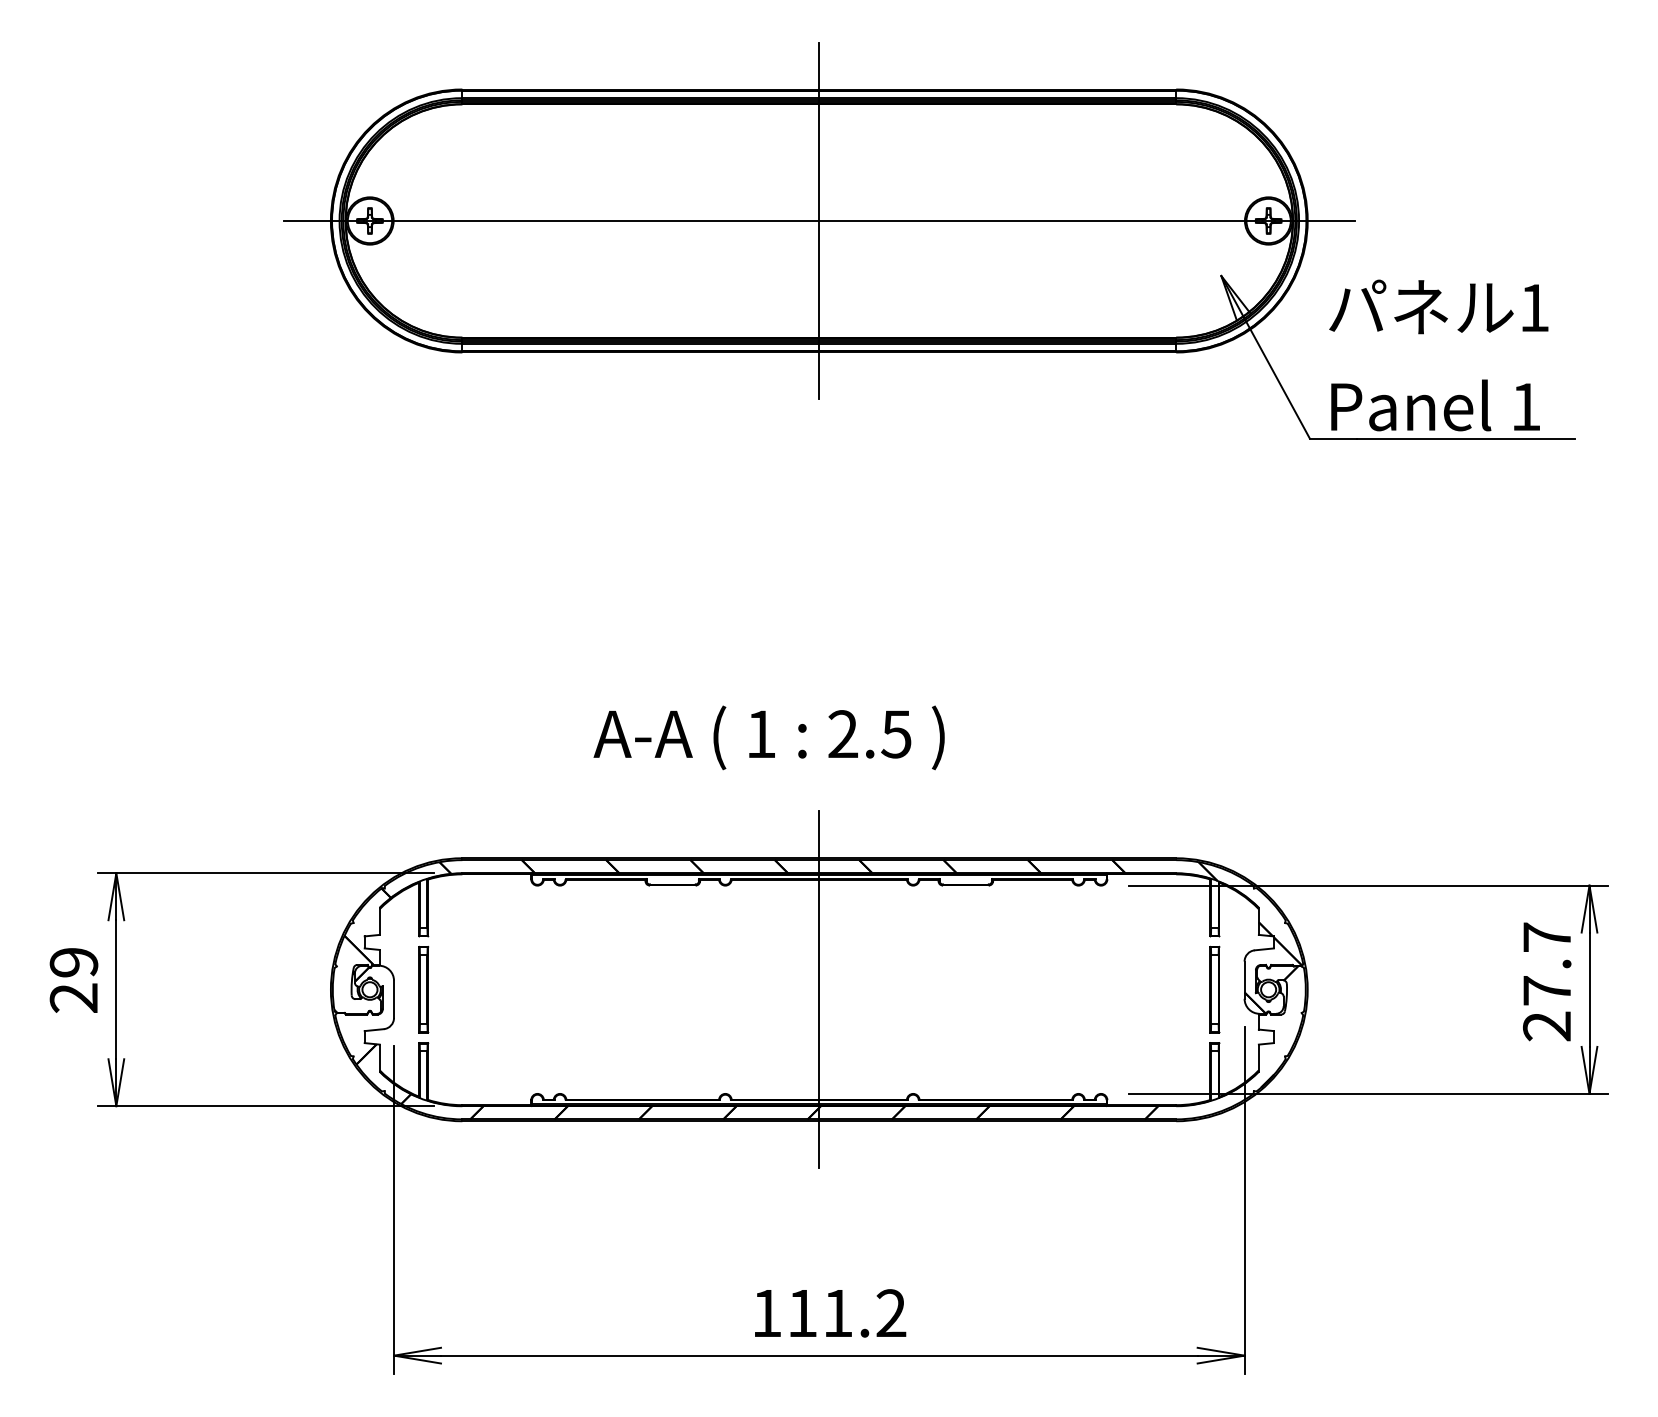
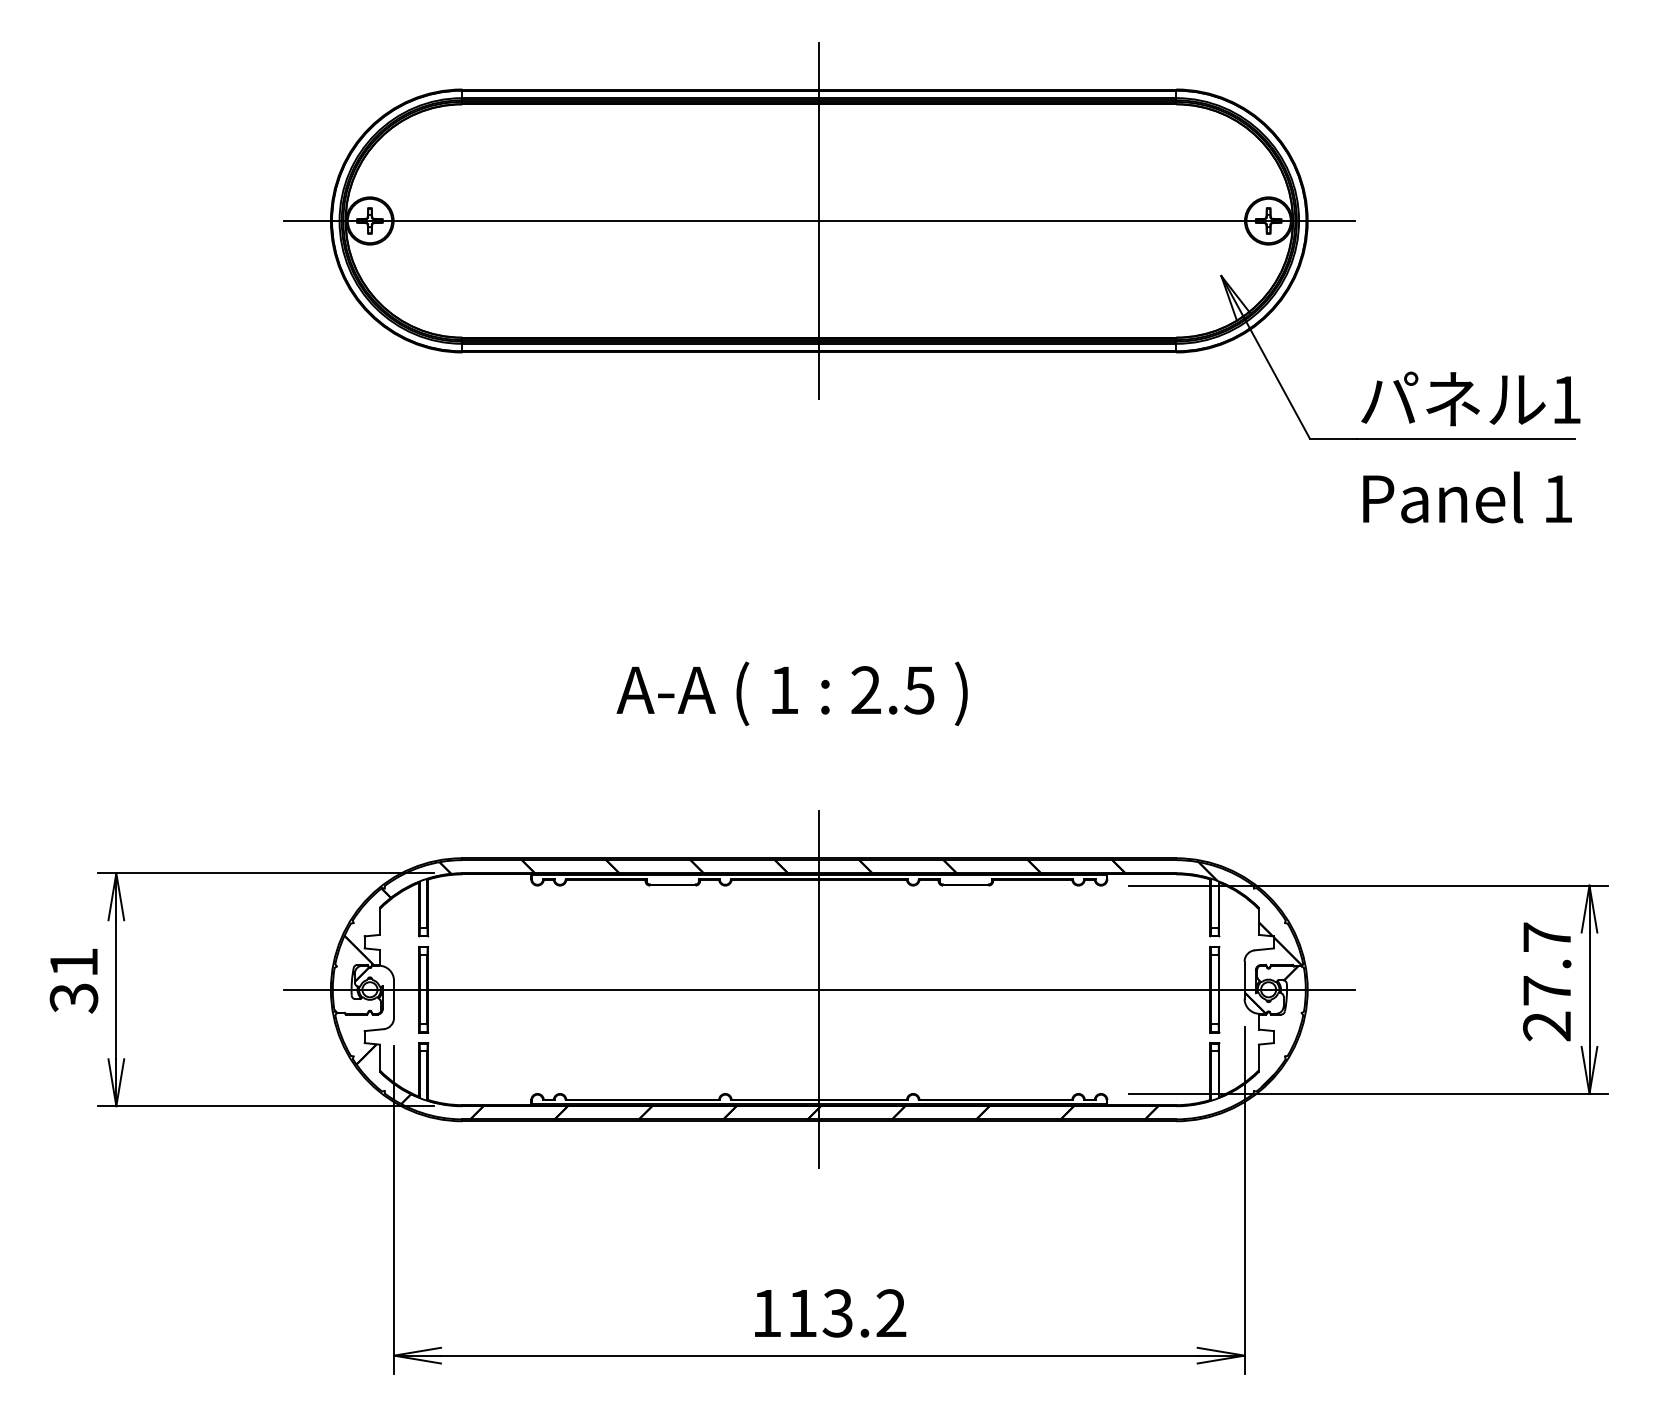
text at (1438, 355) position: (1438, 355) -> (1470, 447)
text at (768, 737) position: (768, 737) -> (791, 693)
text at (73, 980): 29 -> 31
line at (818, 989): none -> present
text at (837, 1313): 111.2 -> 113.2
